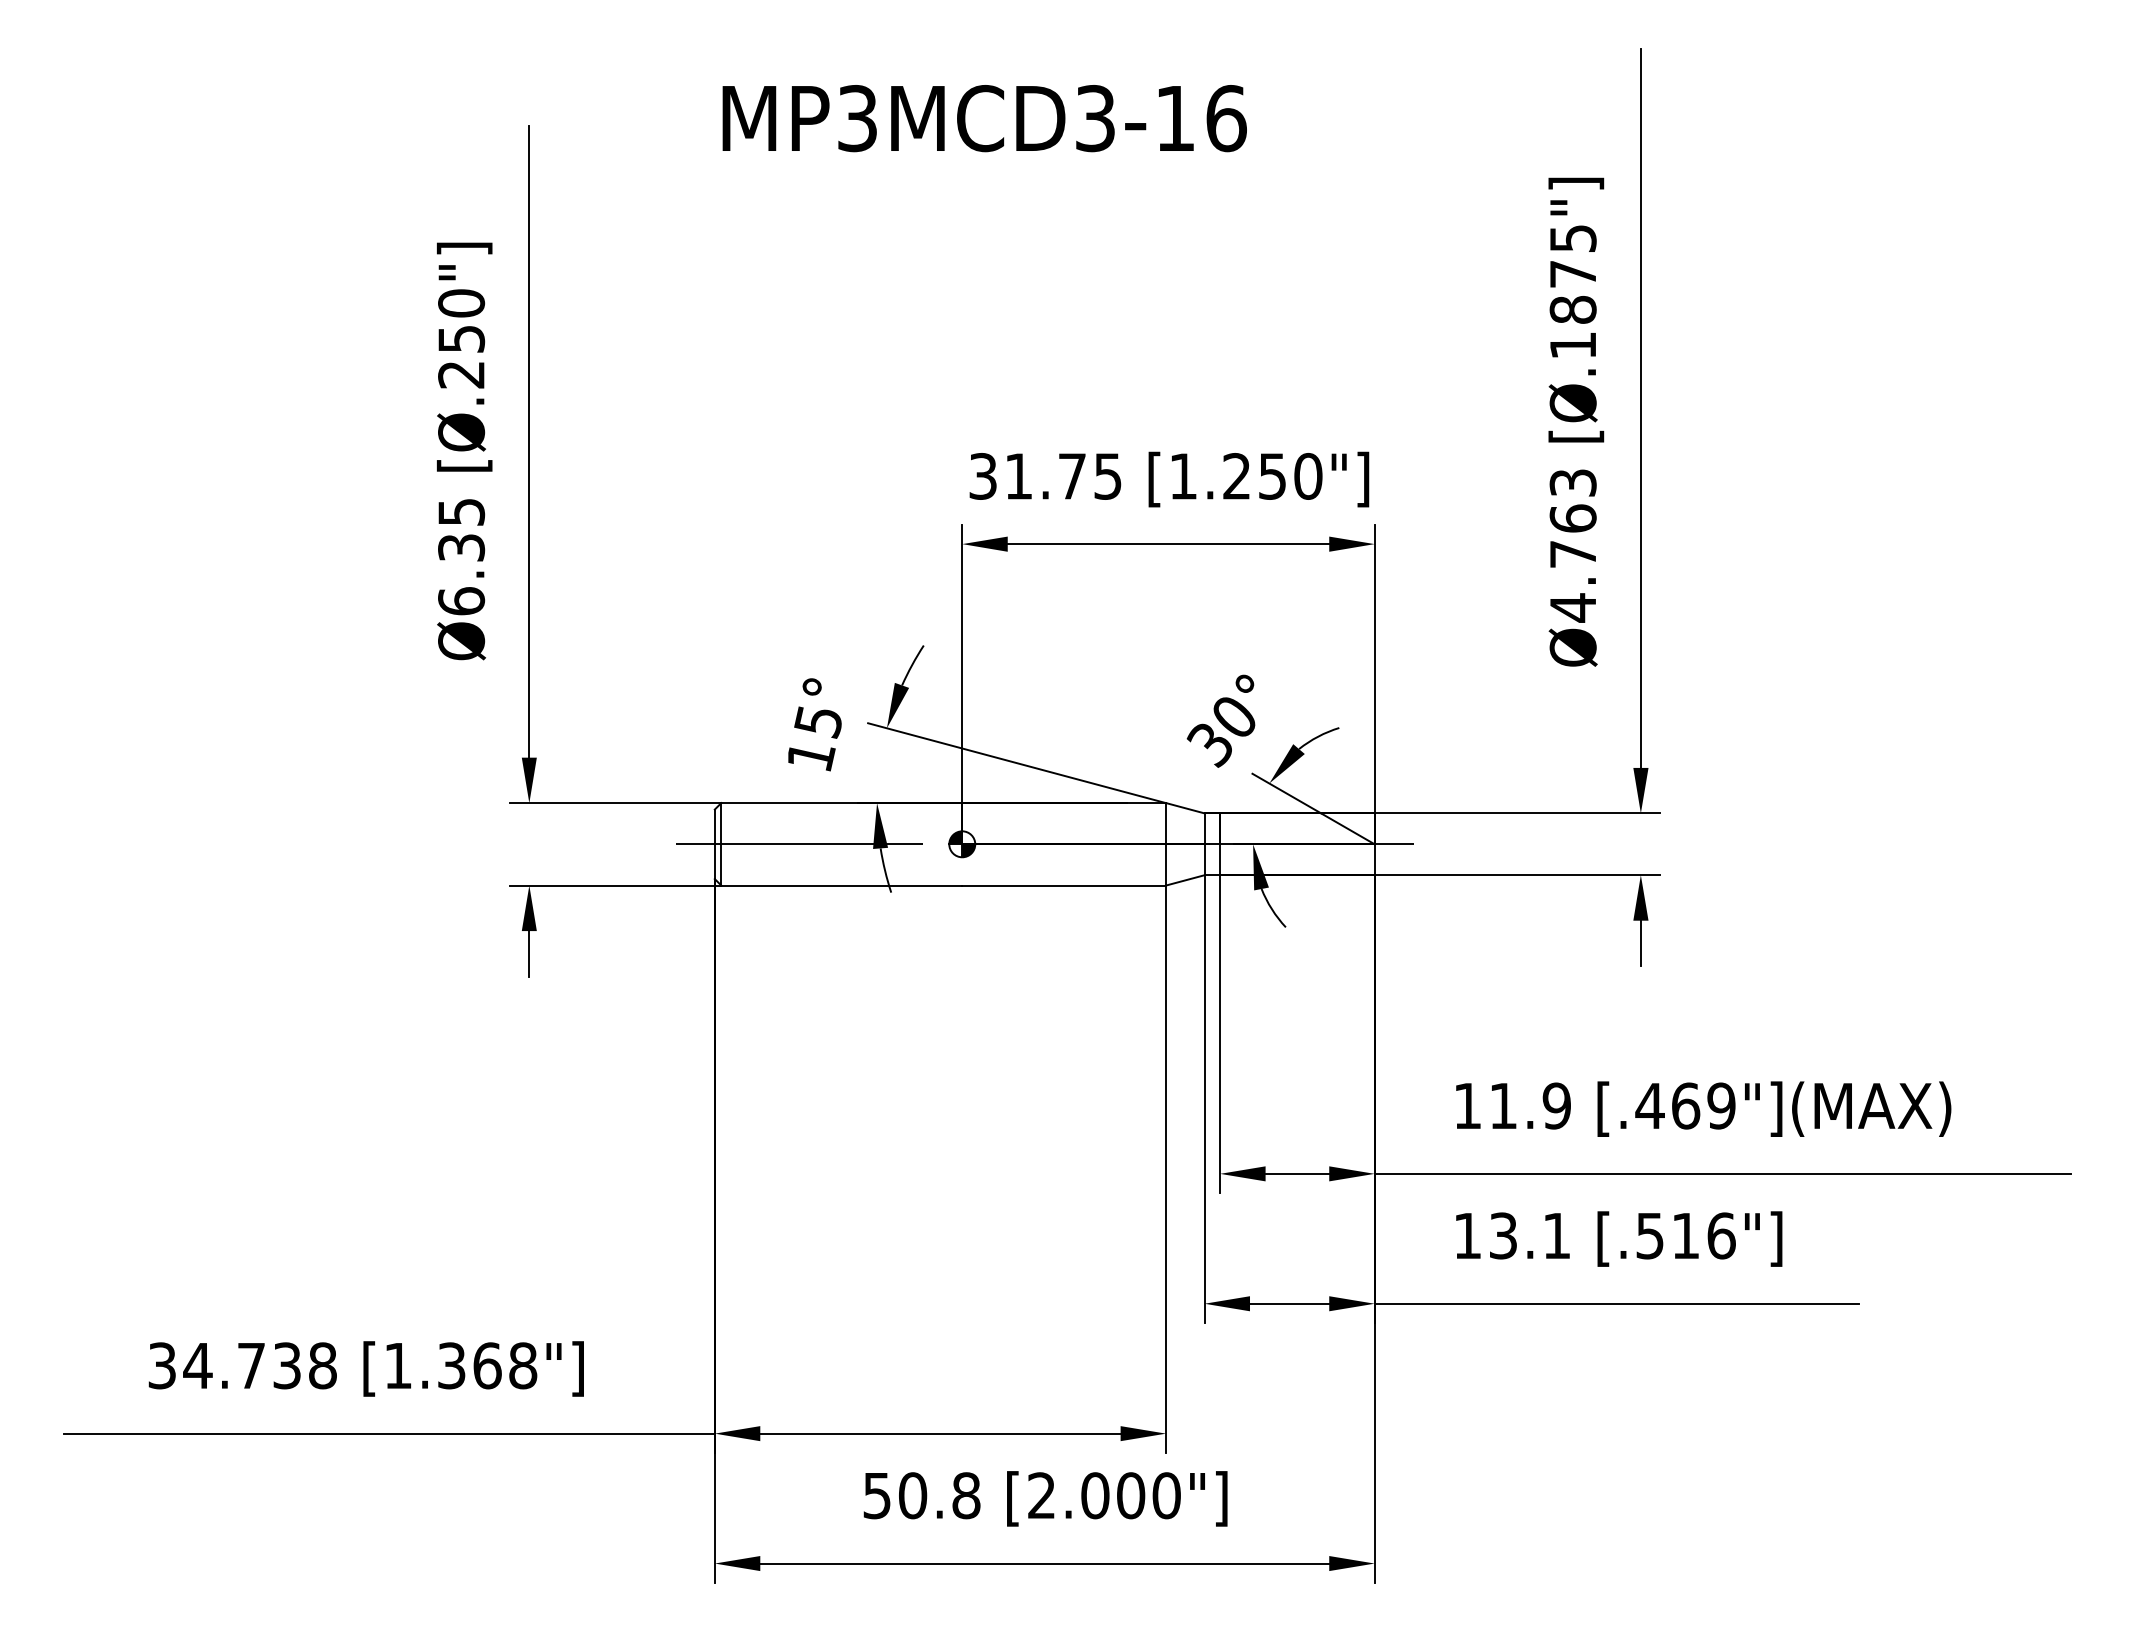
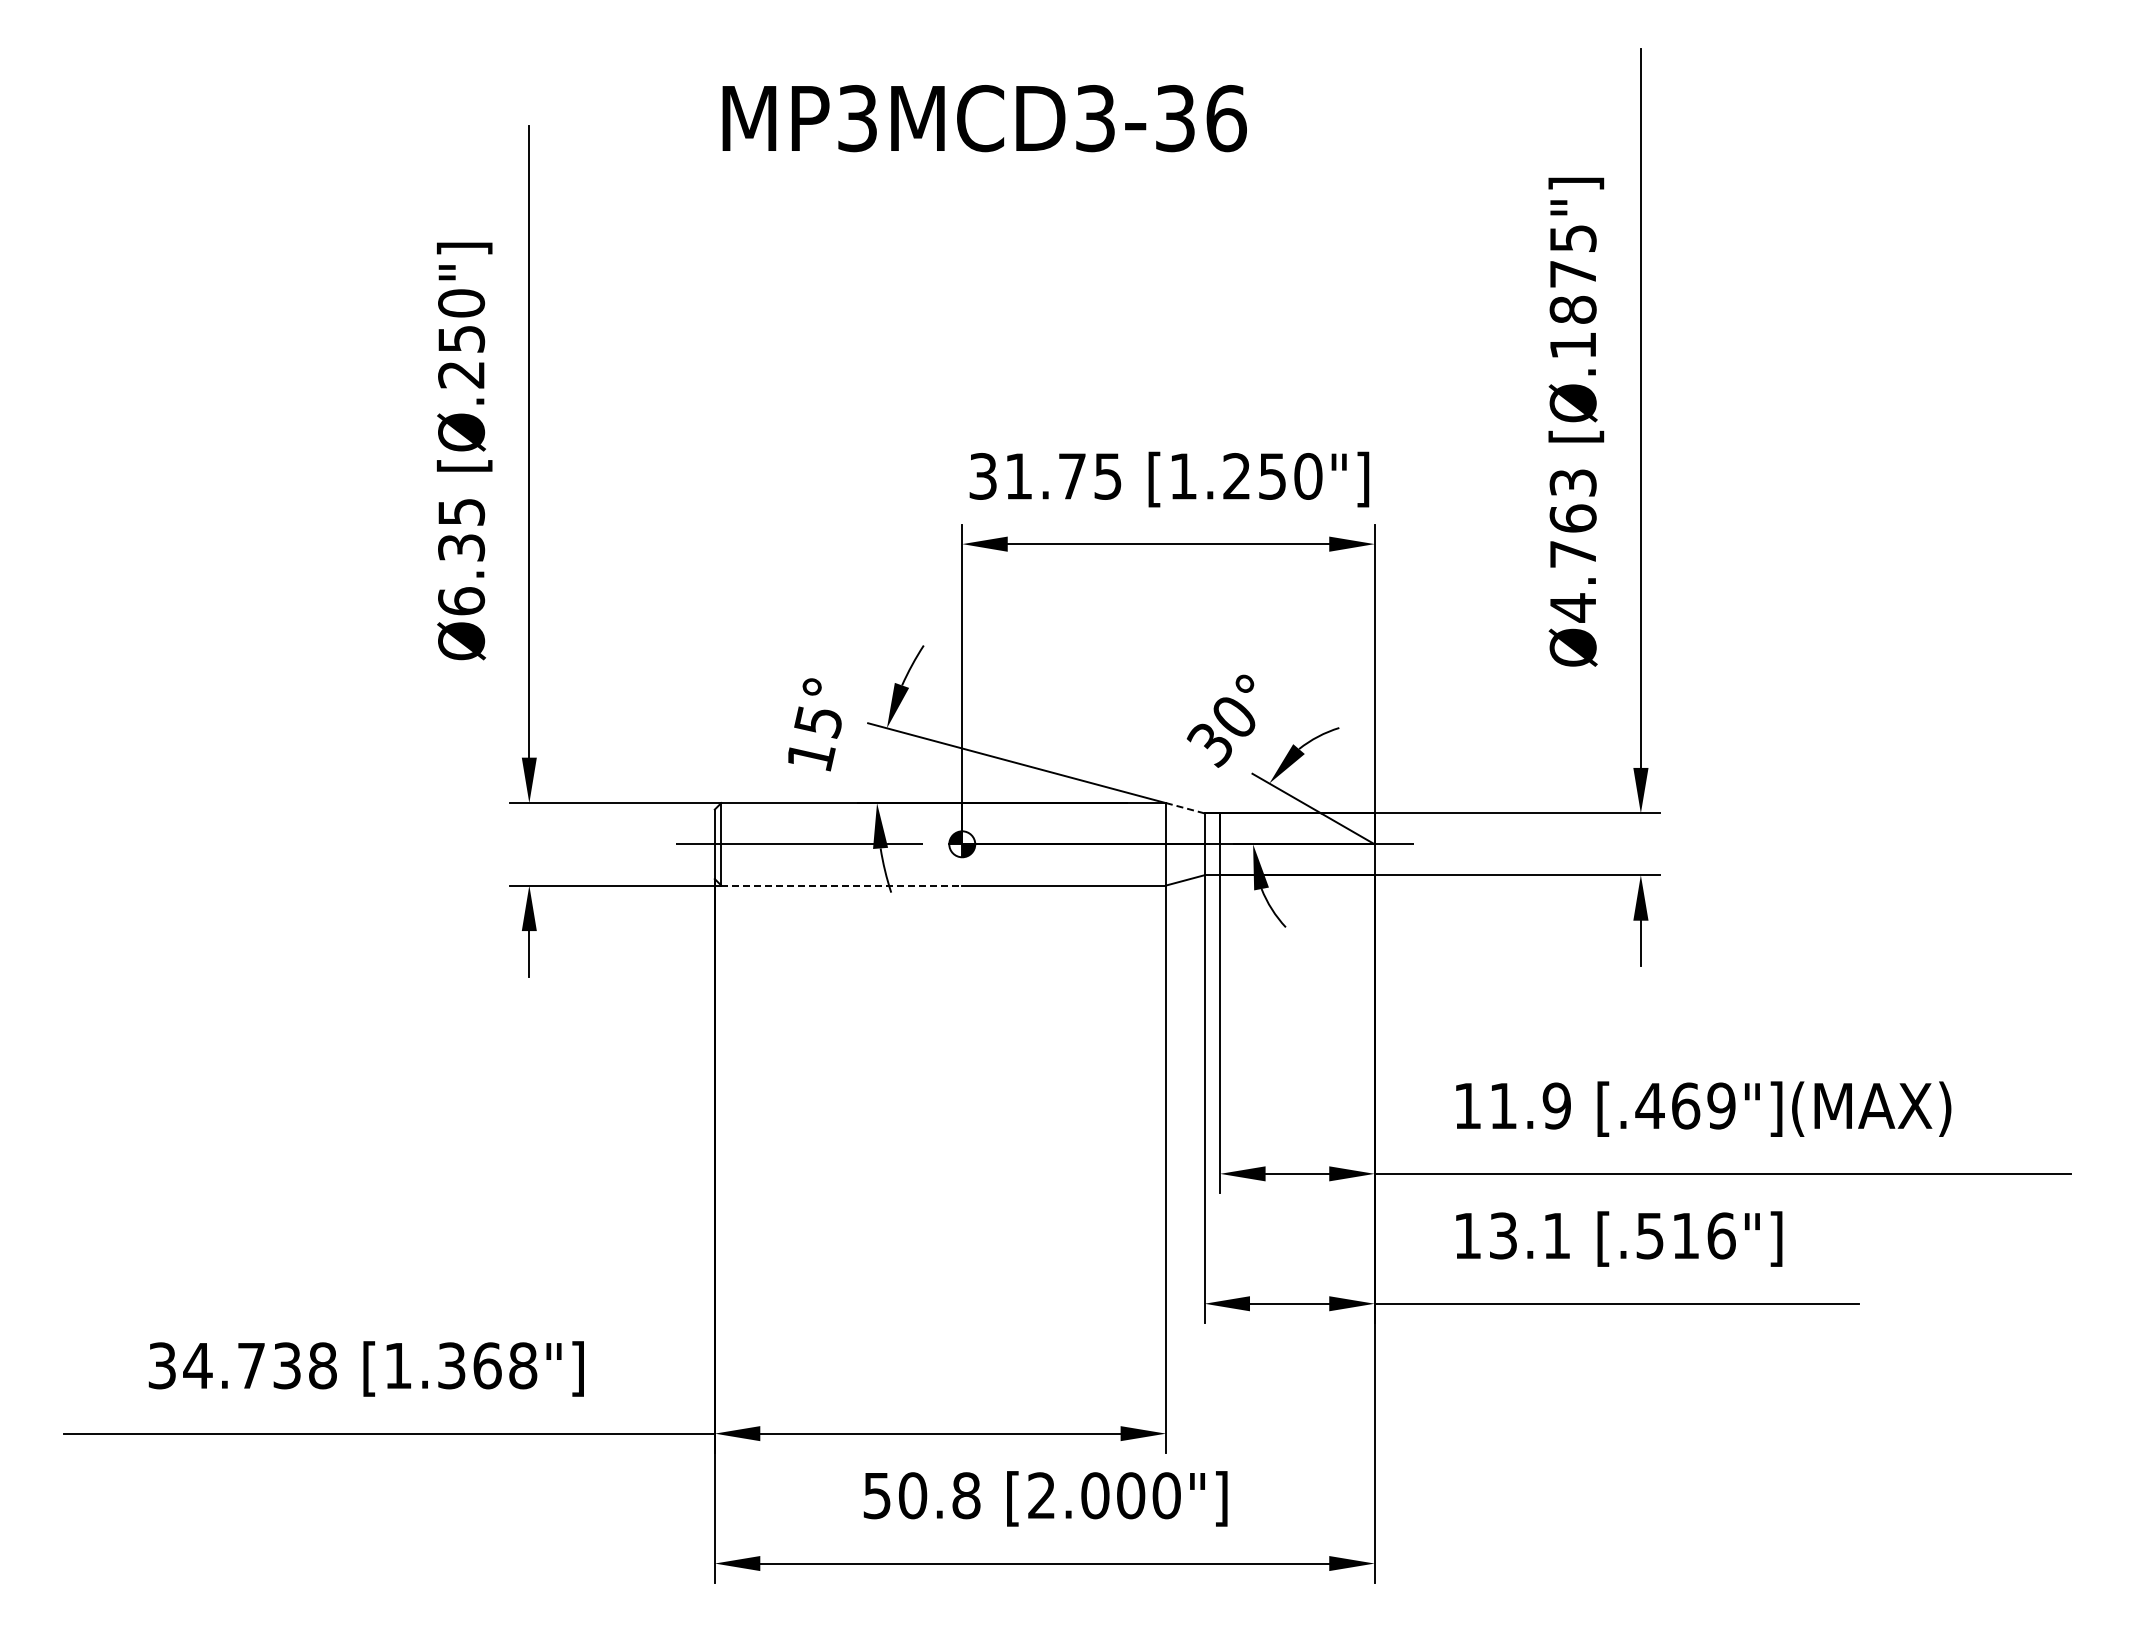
text at (1175, 118): MP3MCD3-16 -> MP3MCD3-36
line at (1185, 808): solid -> dashed
line at (842, 885): solid -> dashed
